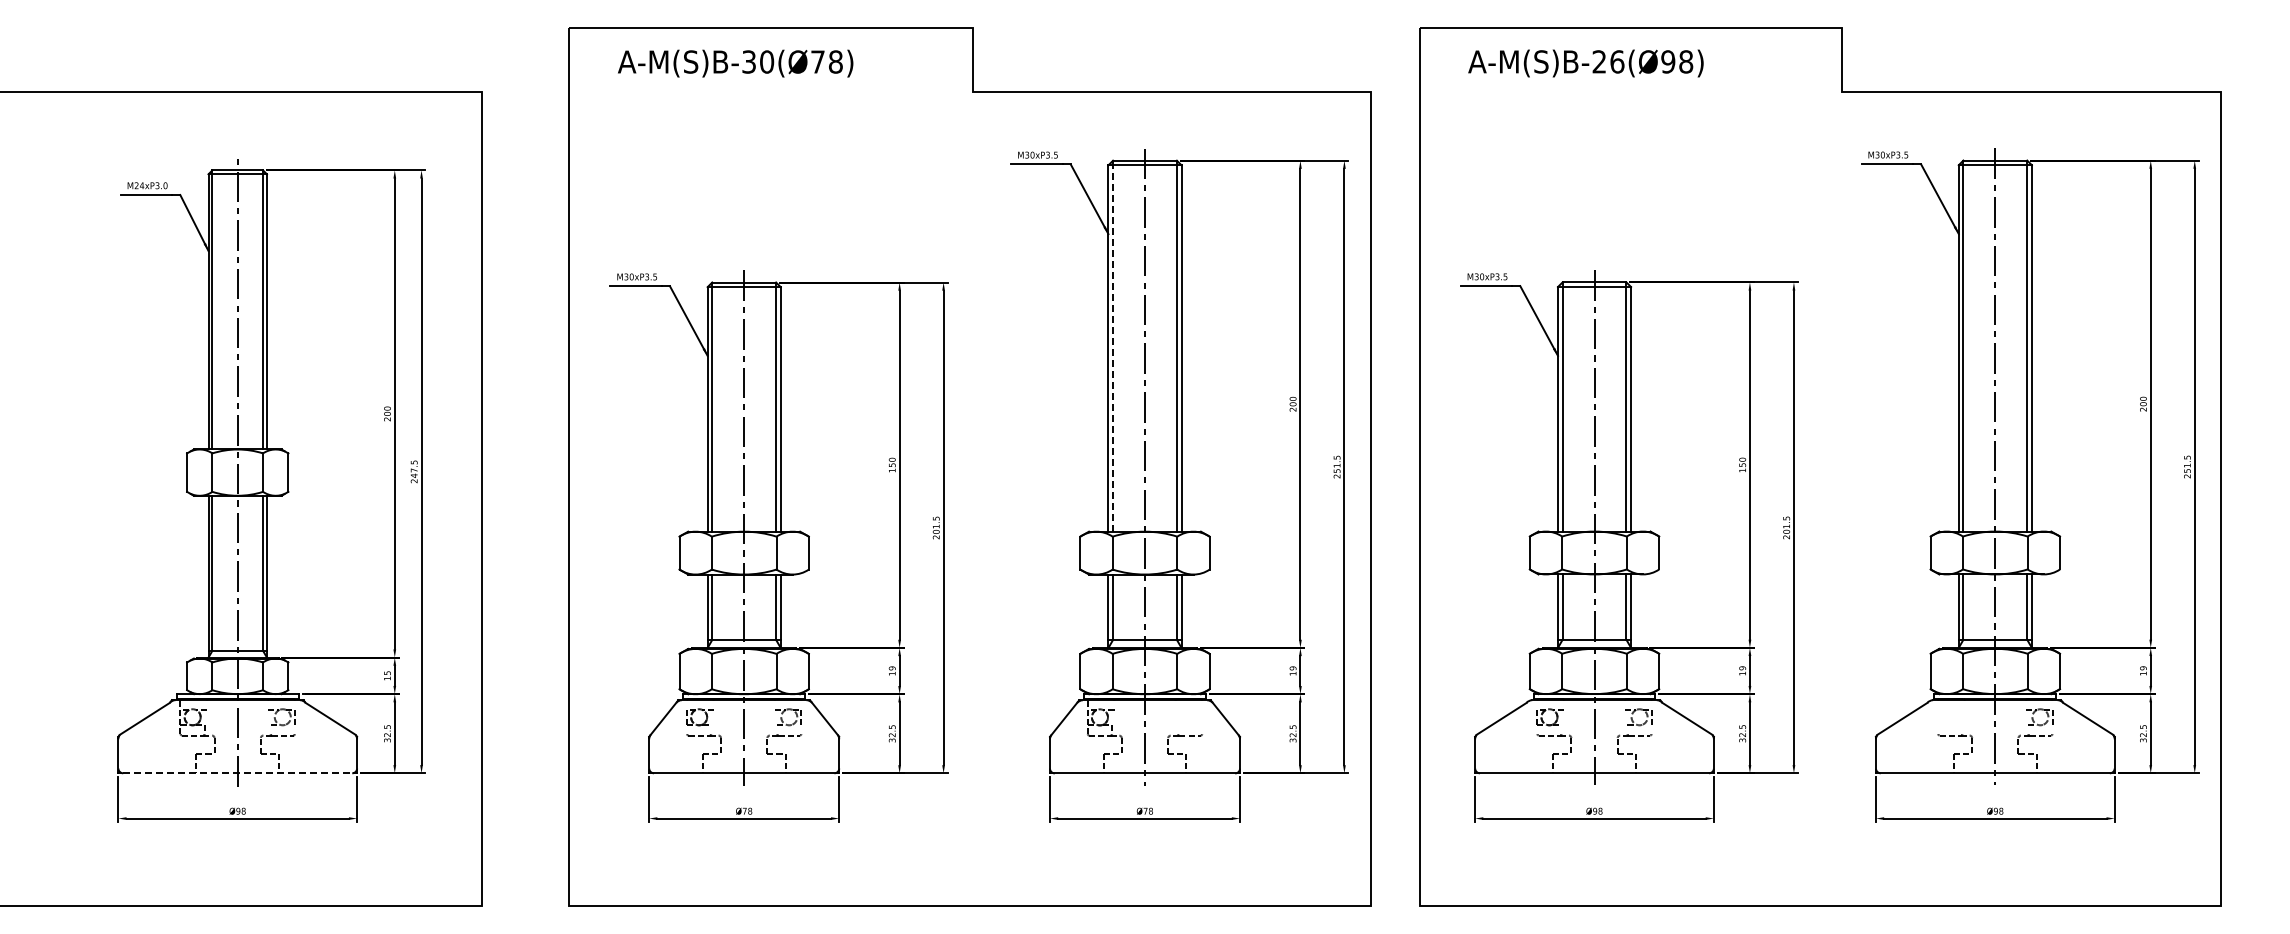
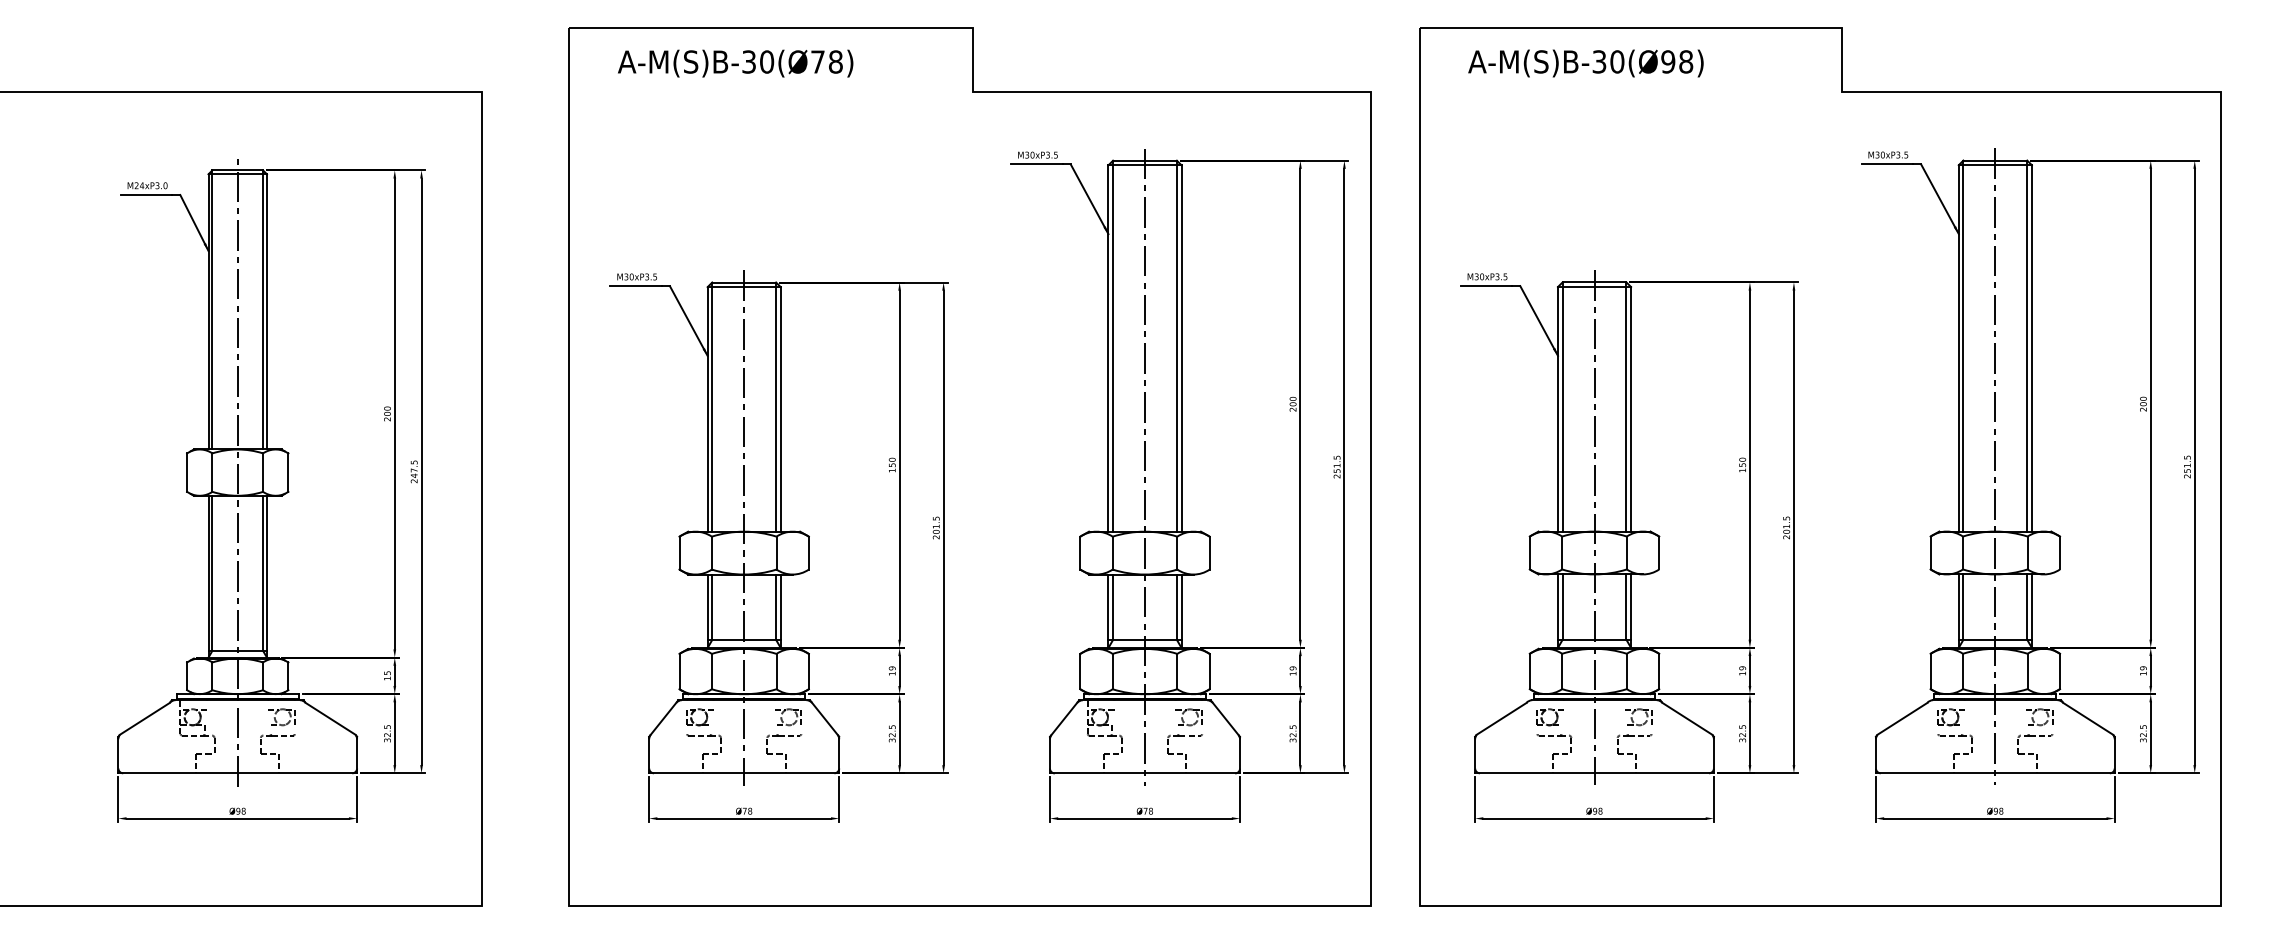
text at (1608, 61): A-M(S)B-26(Ø98) -> A-M(S)B-30(Ø98)
line at (1113, 345): dashed -> solid
part at (1188, 717): none -> present
part at (1955, 721): none -> present
line at (237, 773): dashed -> solid
